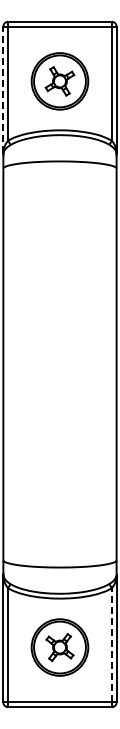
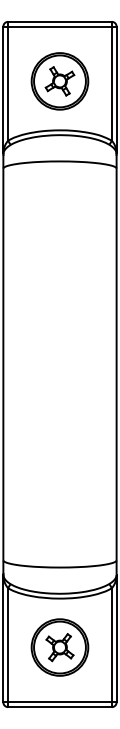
line at (3, 89): dashed -> solid
line at (111, 644): dashed -> solid
